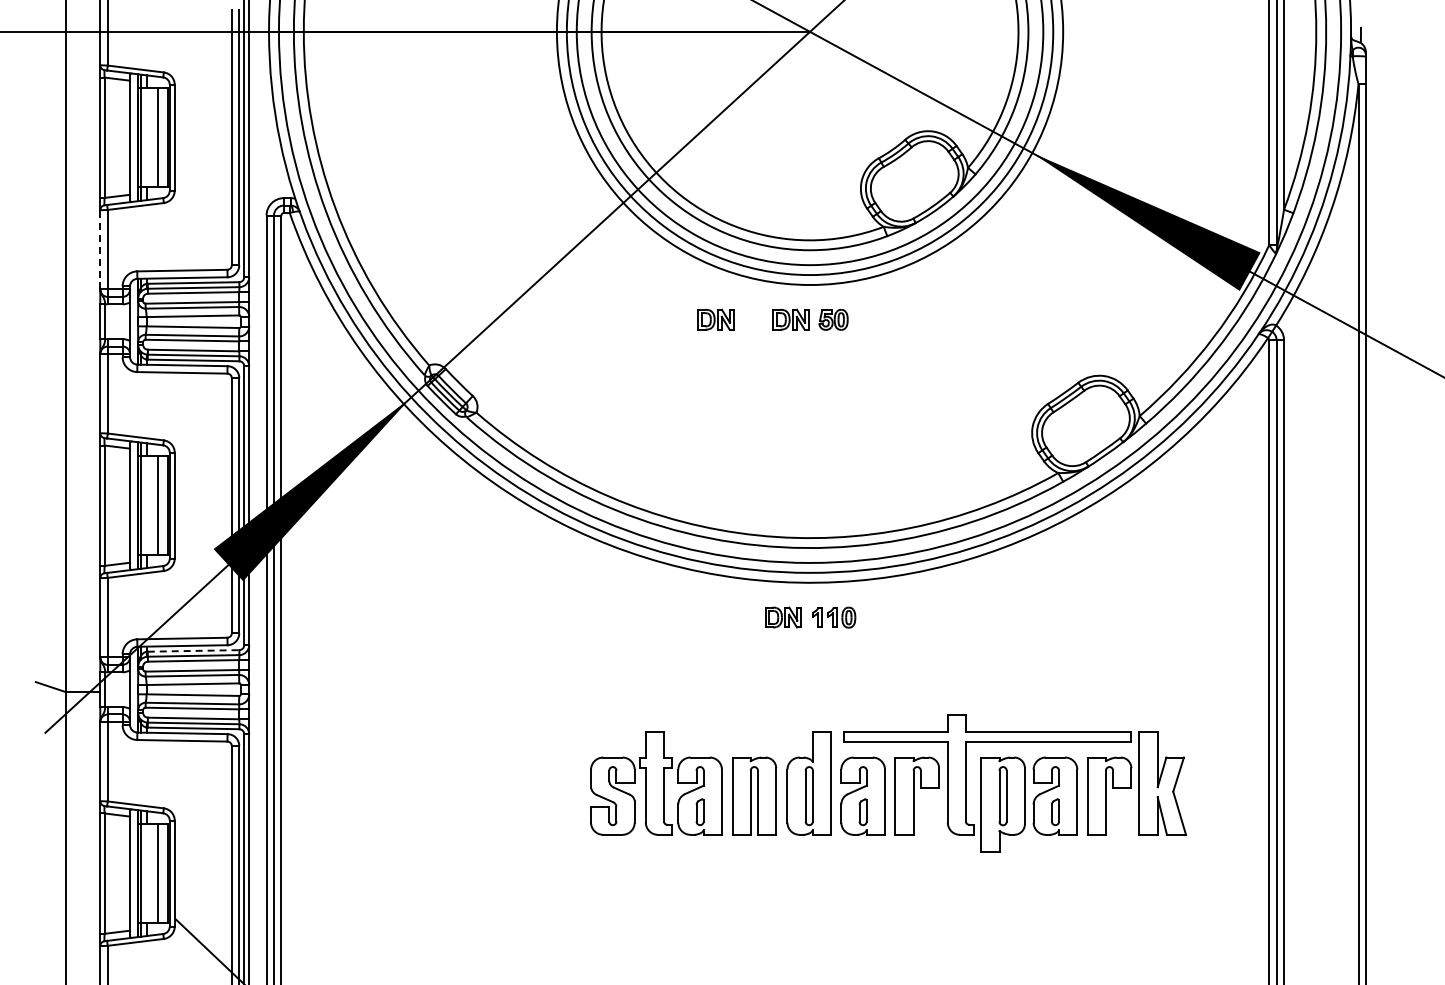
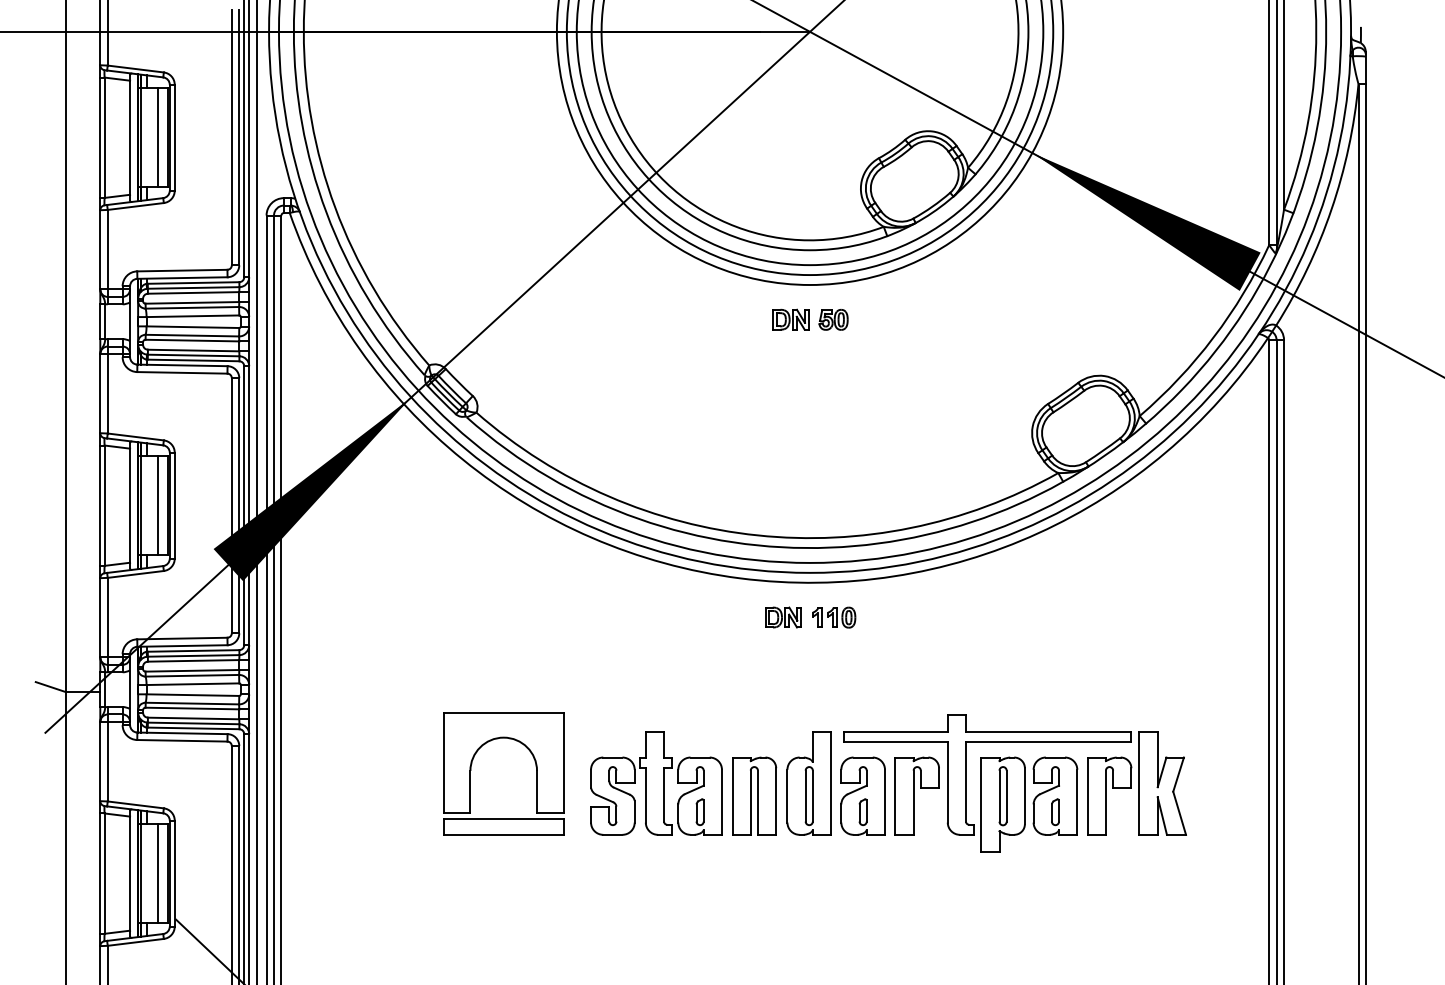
line at (100, 249): dashed -> solid
part at (715, 319): present -> none
line at (256, 491): none -> present
line at (193, 650): dashed -> solid
part at (471, 770): none -> present
